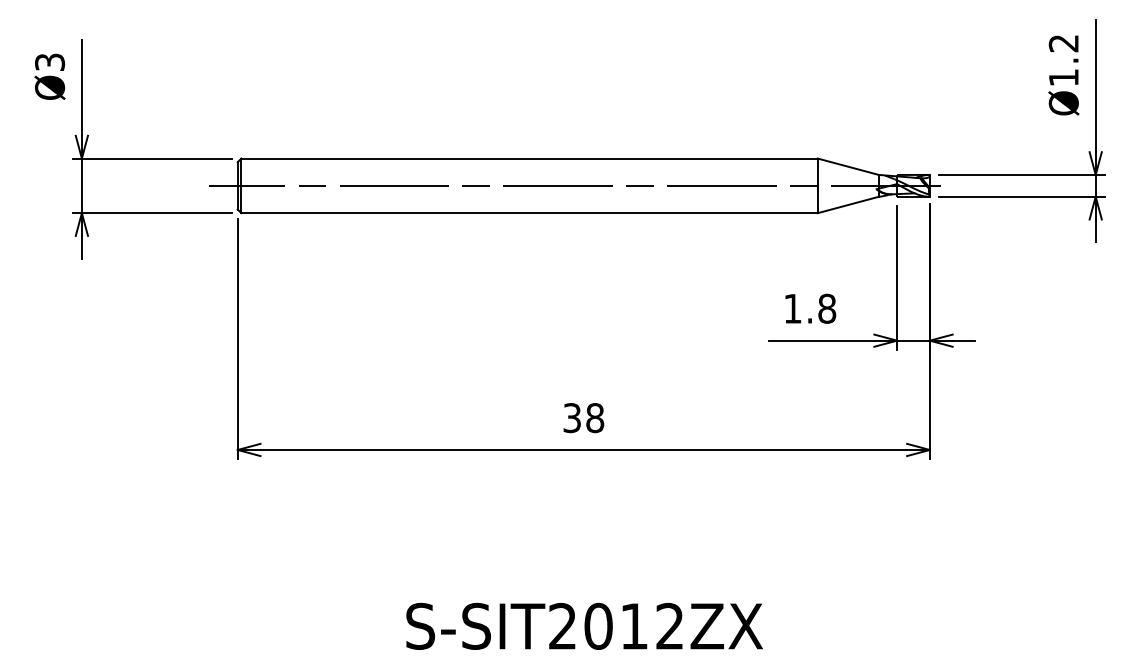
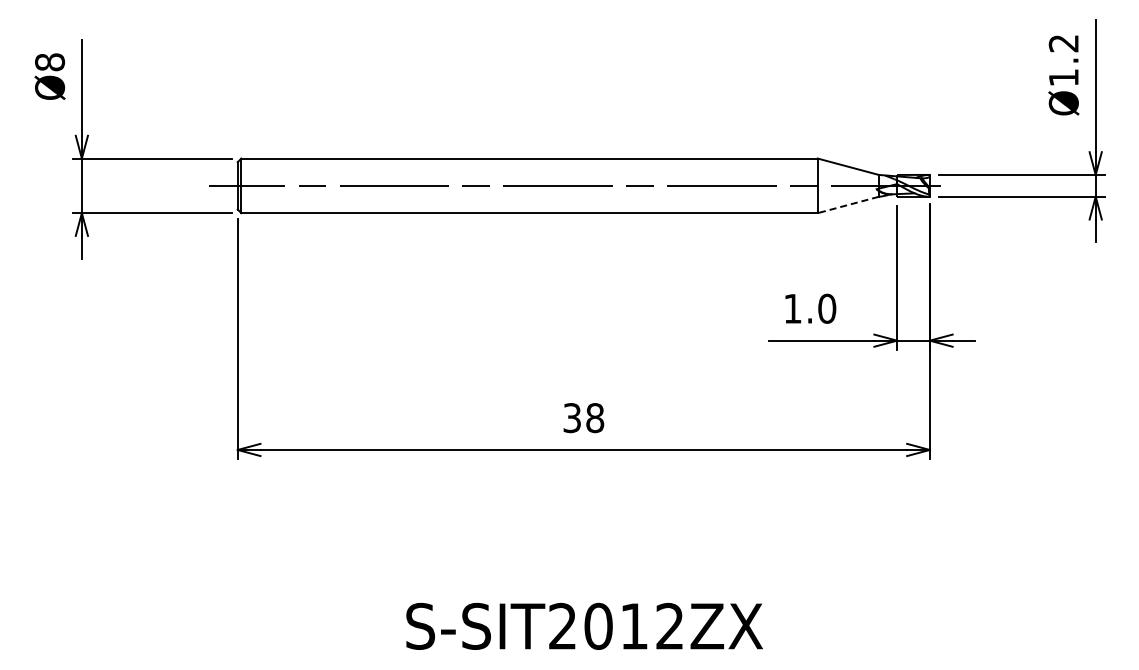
text at (50, 62): Ø3 -> Ø8
line at (848, 204): solid -> dashed
text at (827, 308): 1.8 -> 1.0
